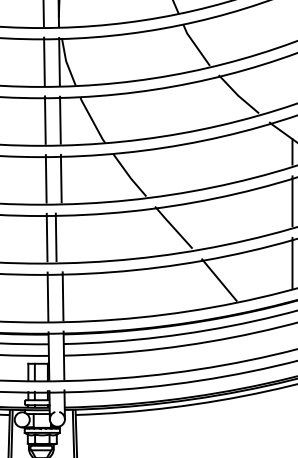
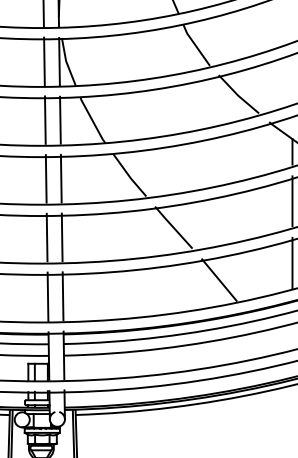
line at (55, 237) position: (55, 237) -> (61, 237)
